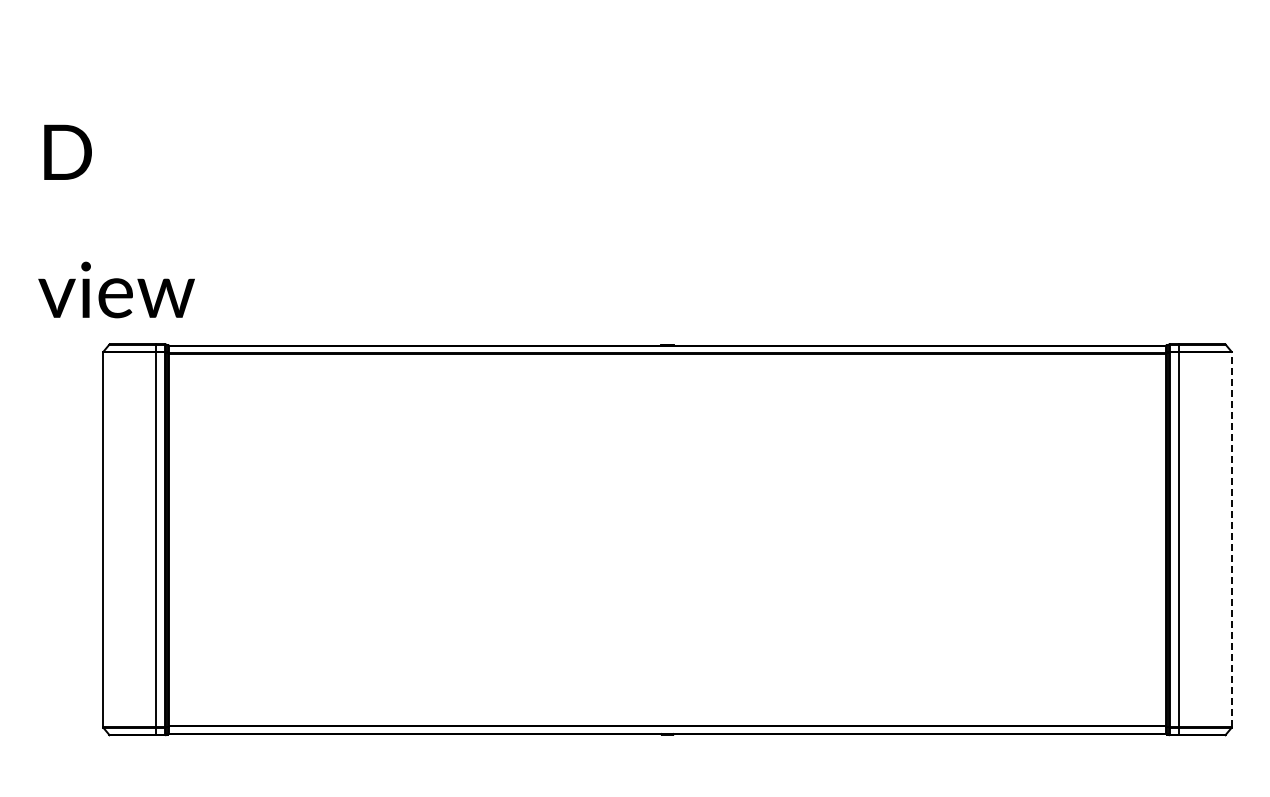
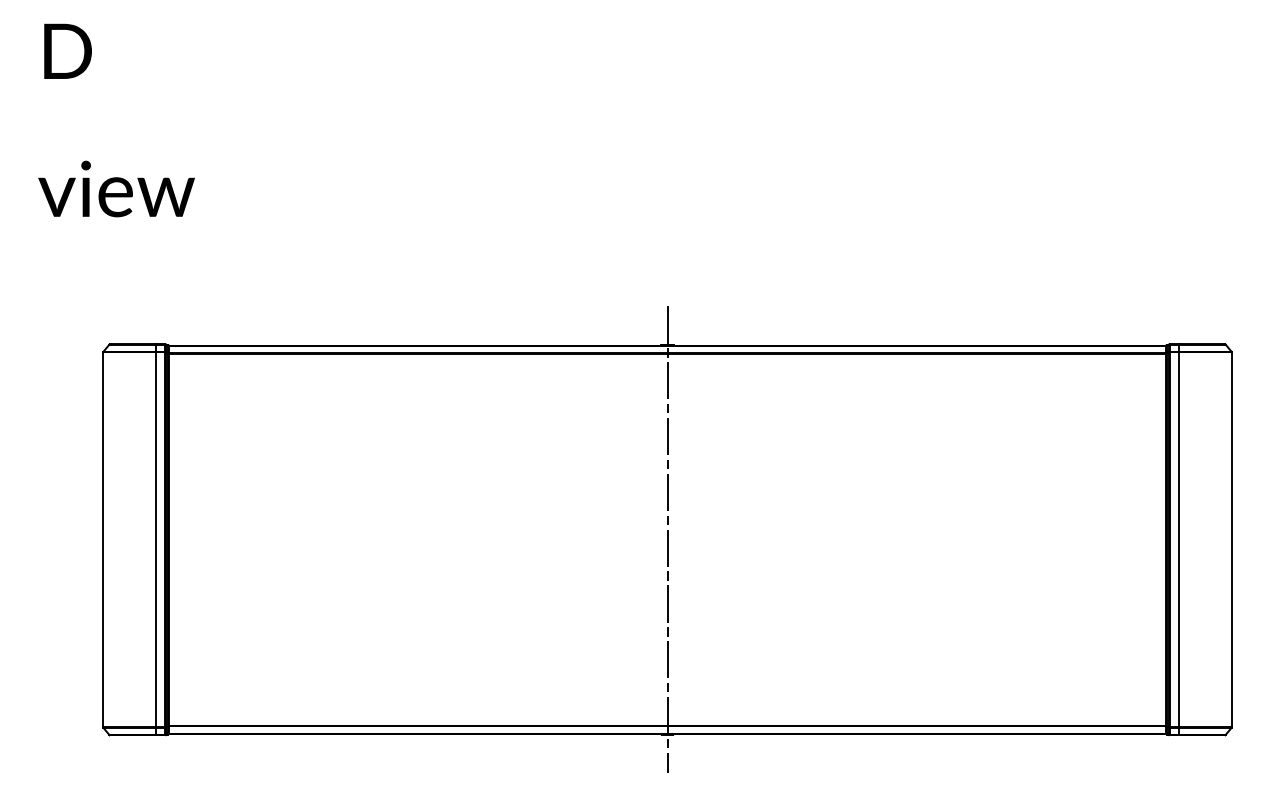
text at (116, 221) position: (116, 221) -> (116, 120)
line at (667, 539): none -> present
line at (1231, 539): dashed -> solid
